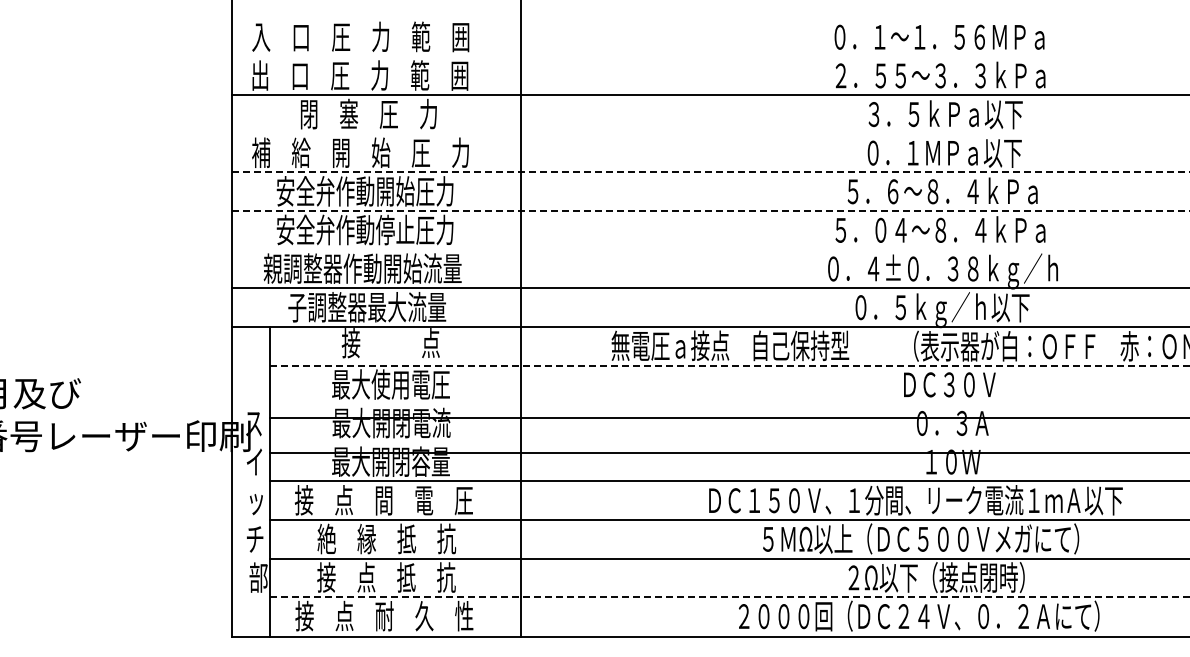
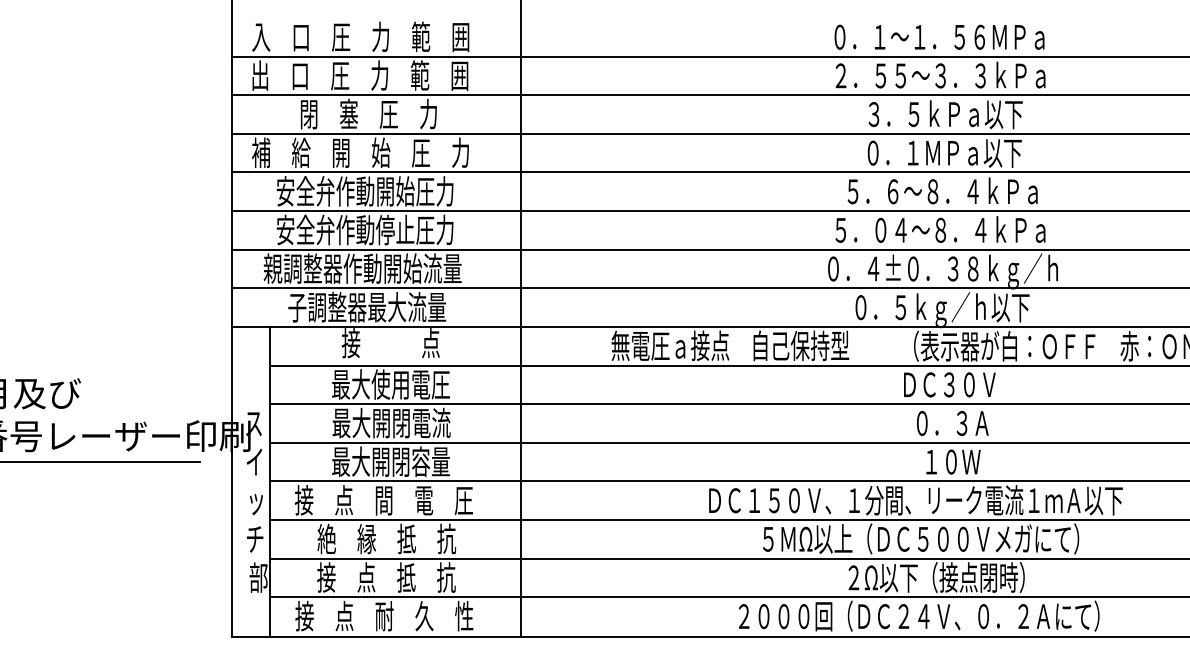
line at (708, 56): none -> present
line at (708, 133): none -> present
line at (710, 172): dashed -> solid
line at (710, 211): dashed -> solid
line at (708, 249): none -> present
line at (730, 365): dashed -> solid
line at (728, 418) position: (728, 418) -> (728, 404)
line at (728, 452) position: (728, 452) -> (728, 442)
line at (101, 462): none -> present
line at (730, 597): dashed -> solid
